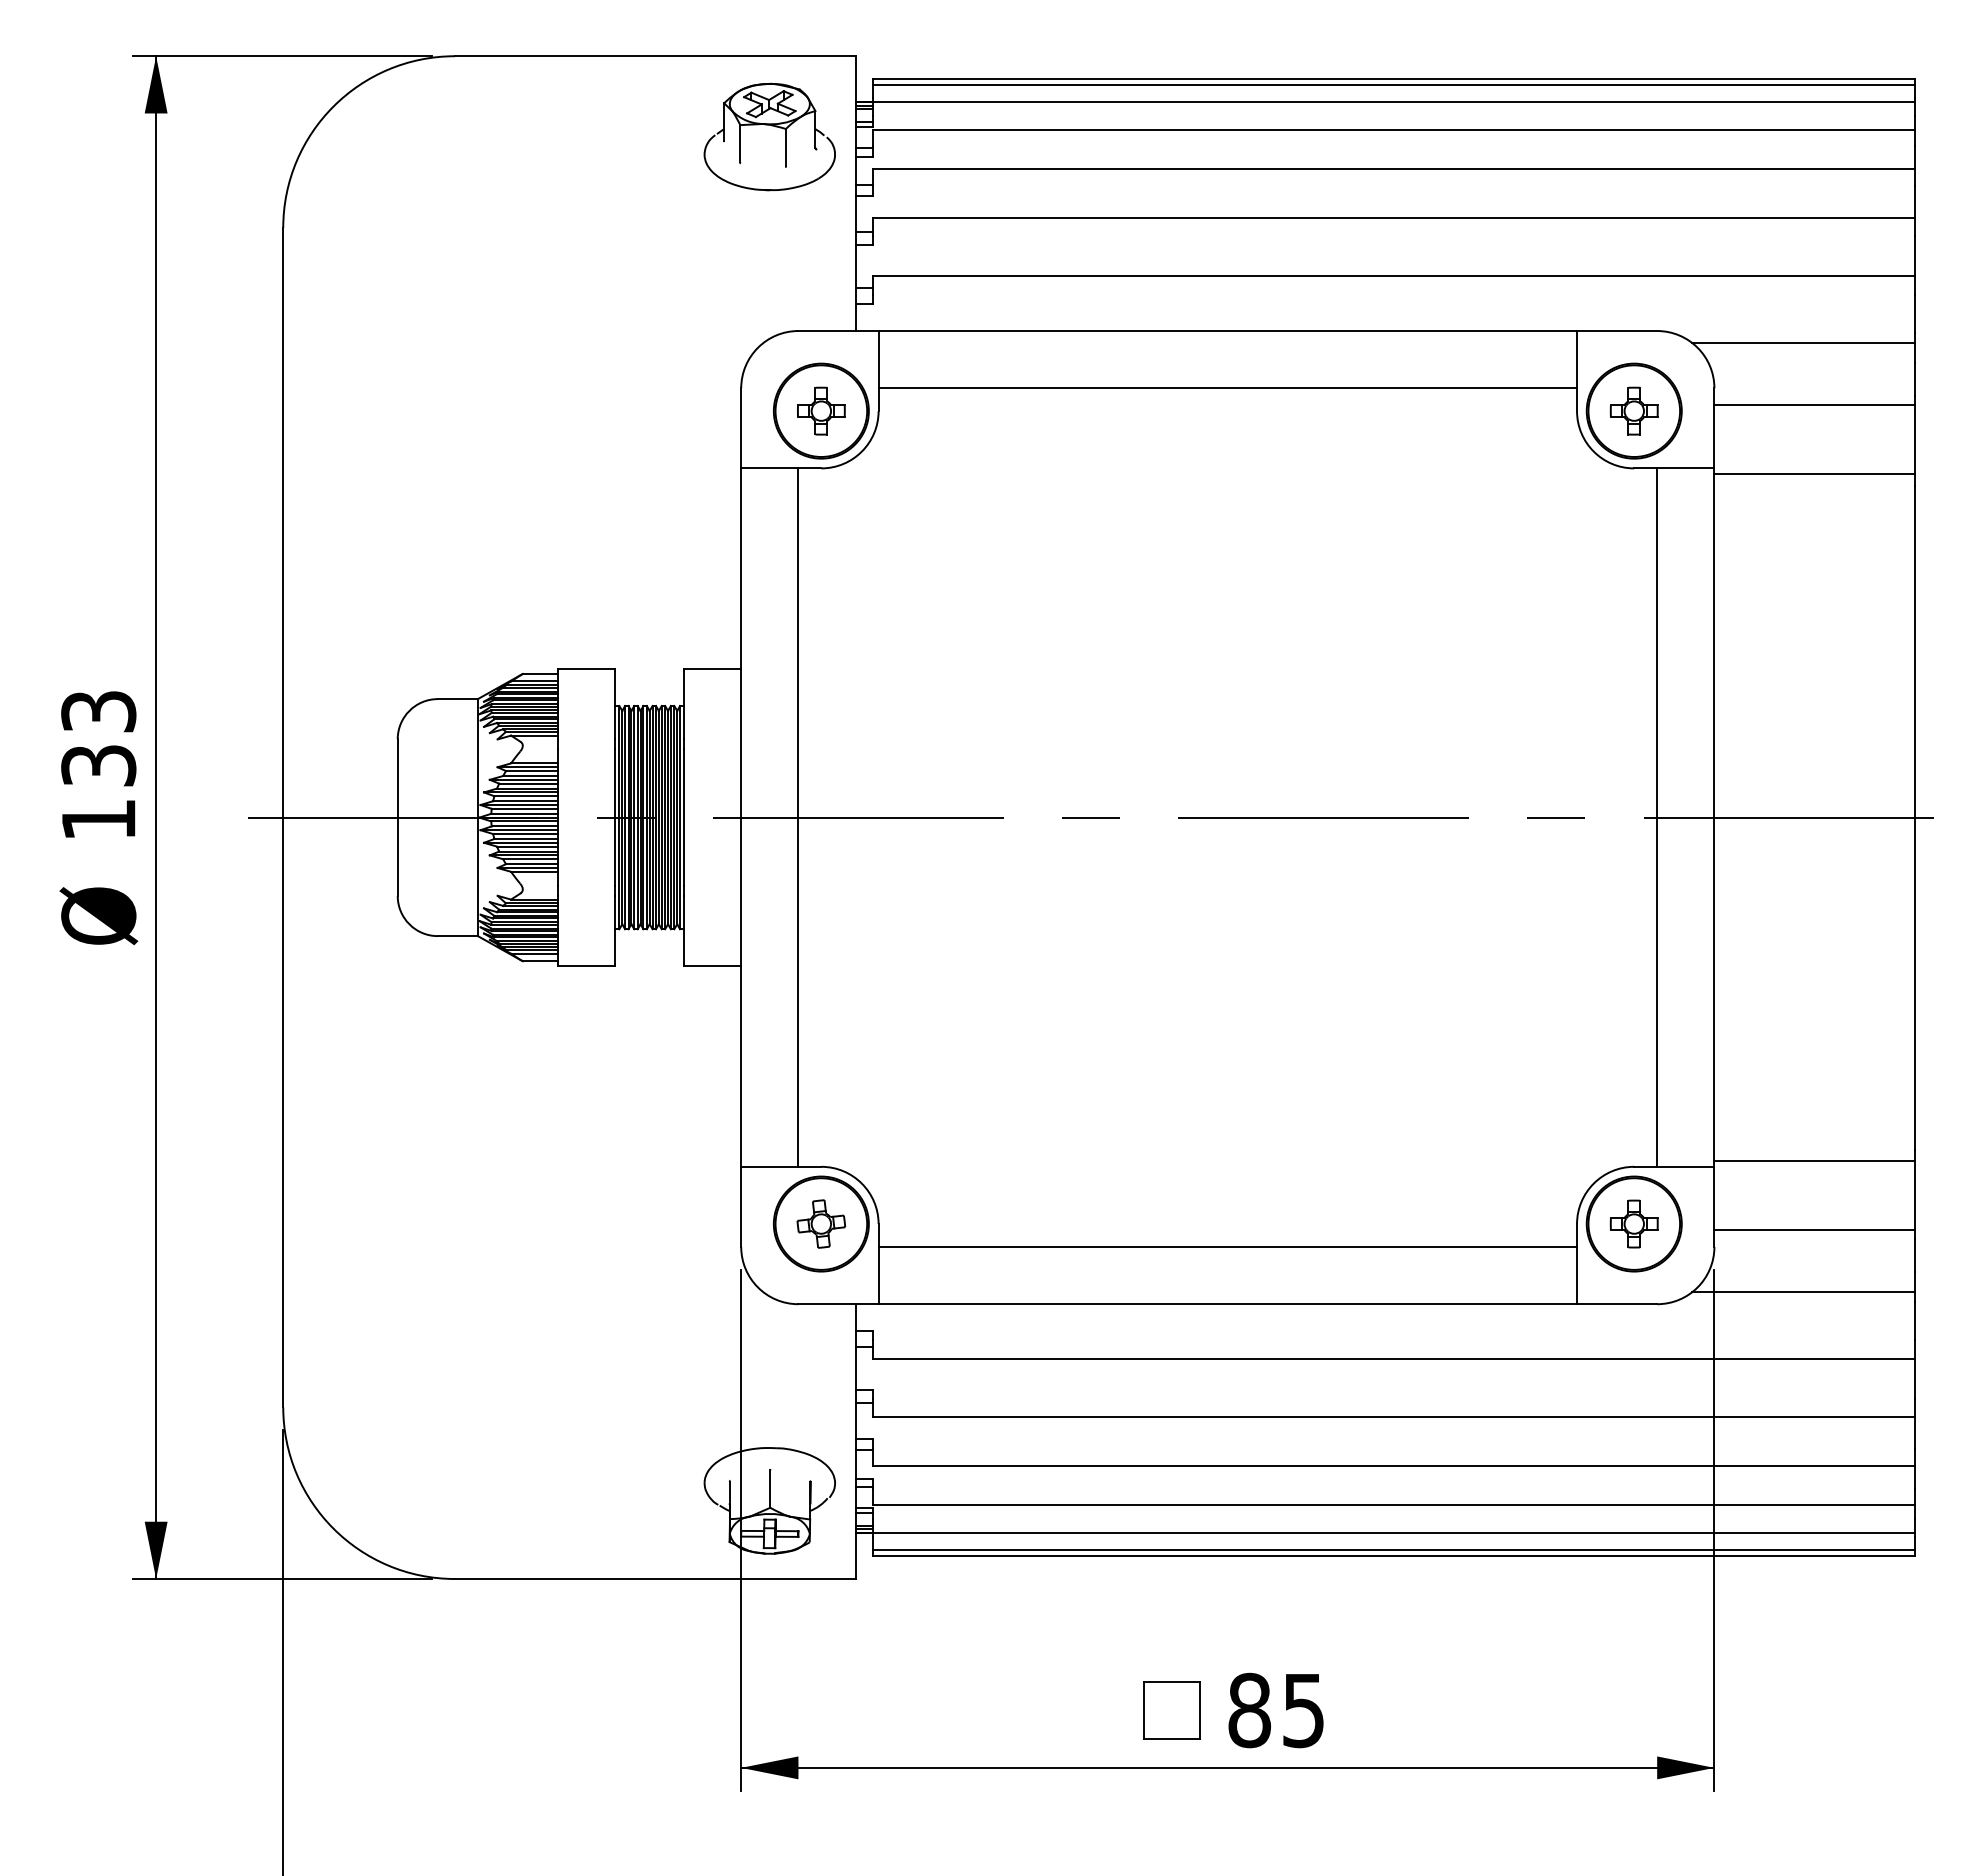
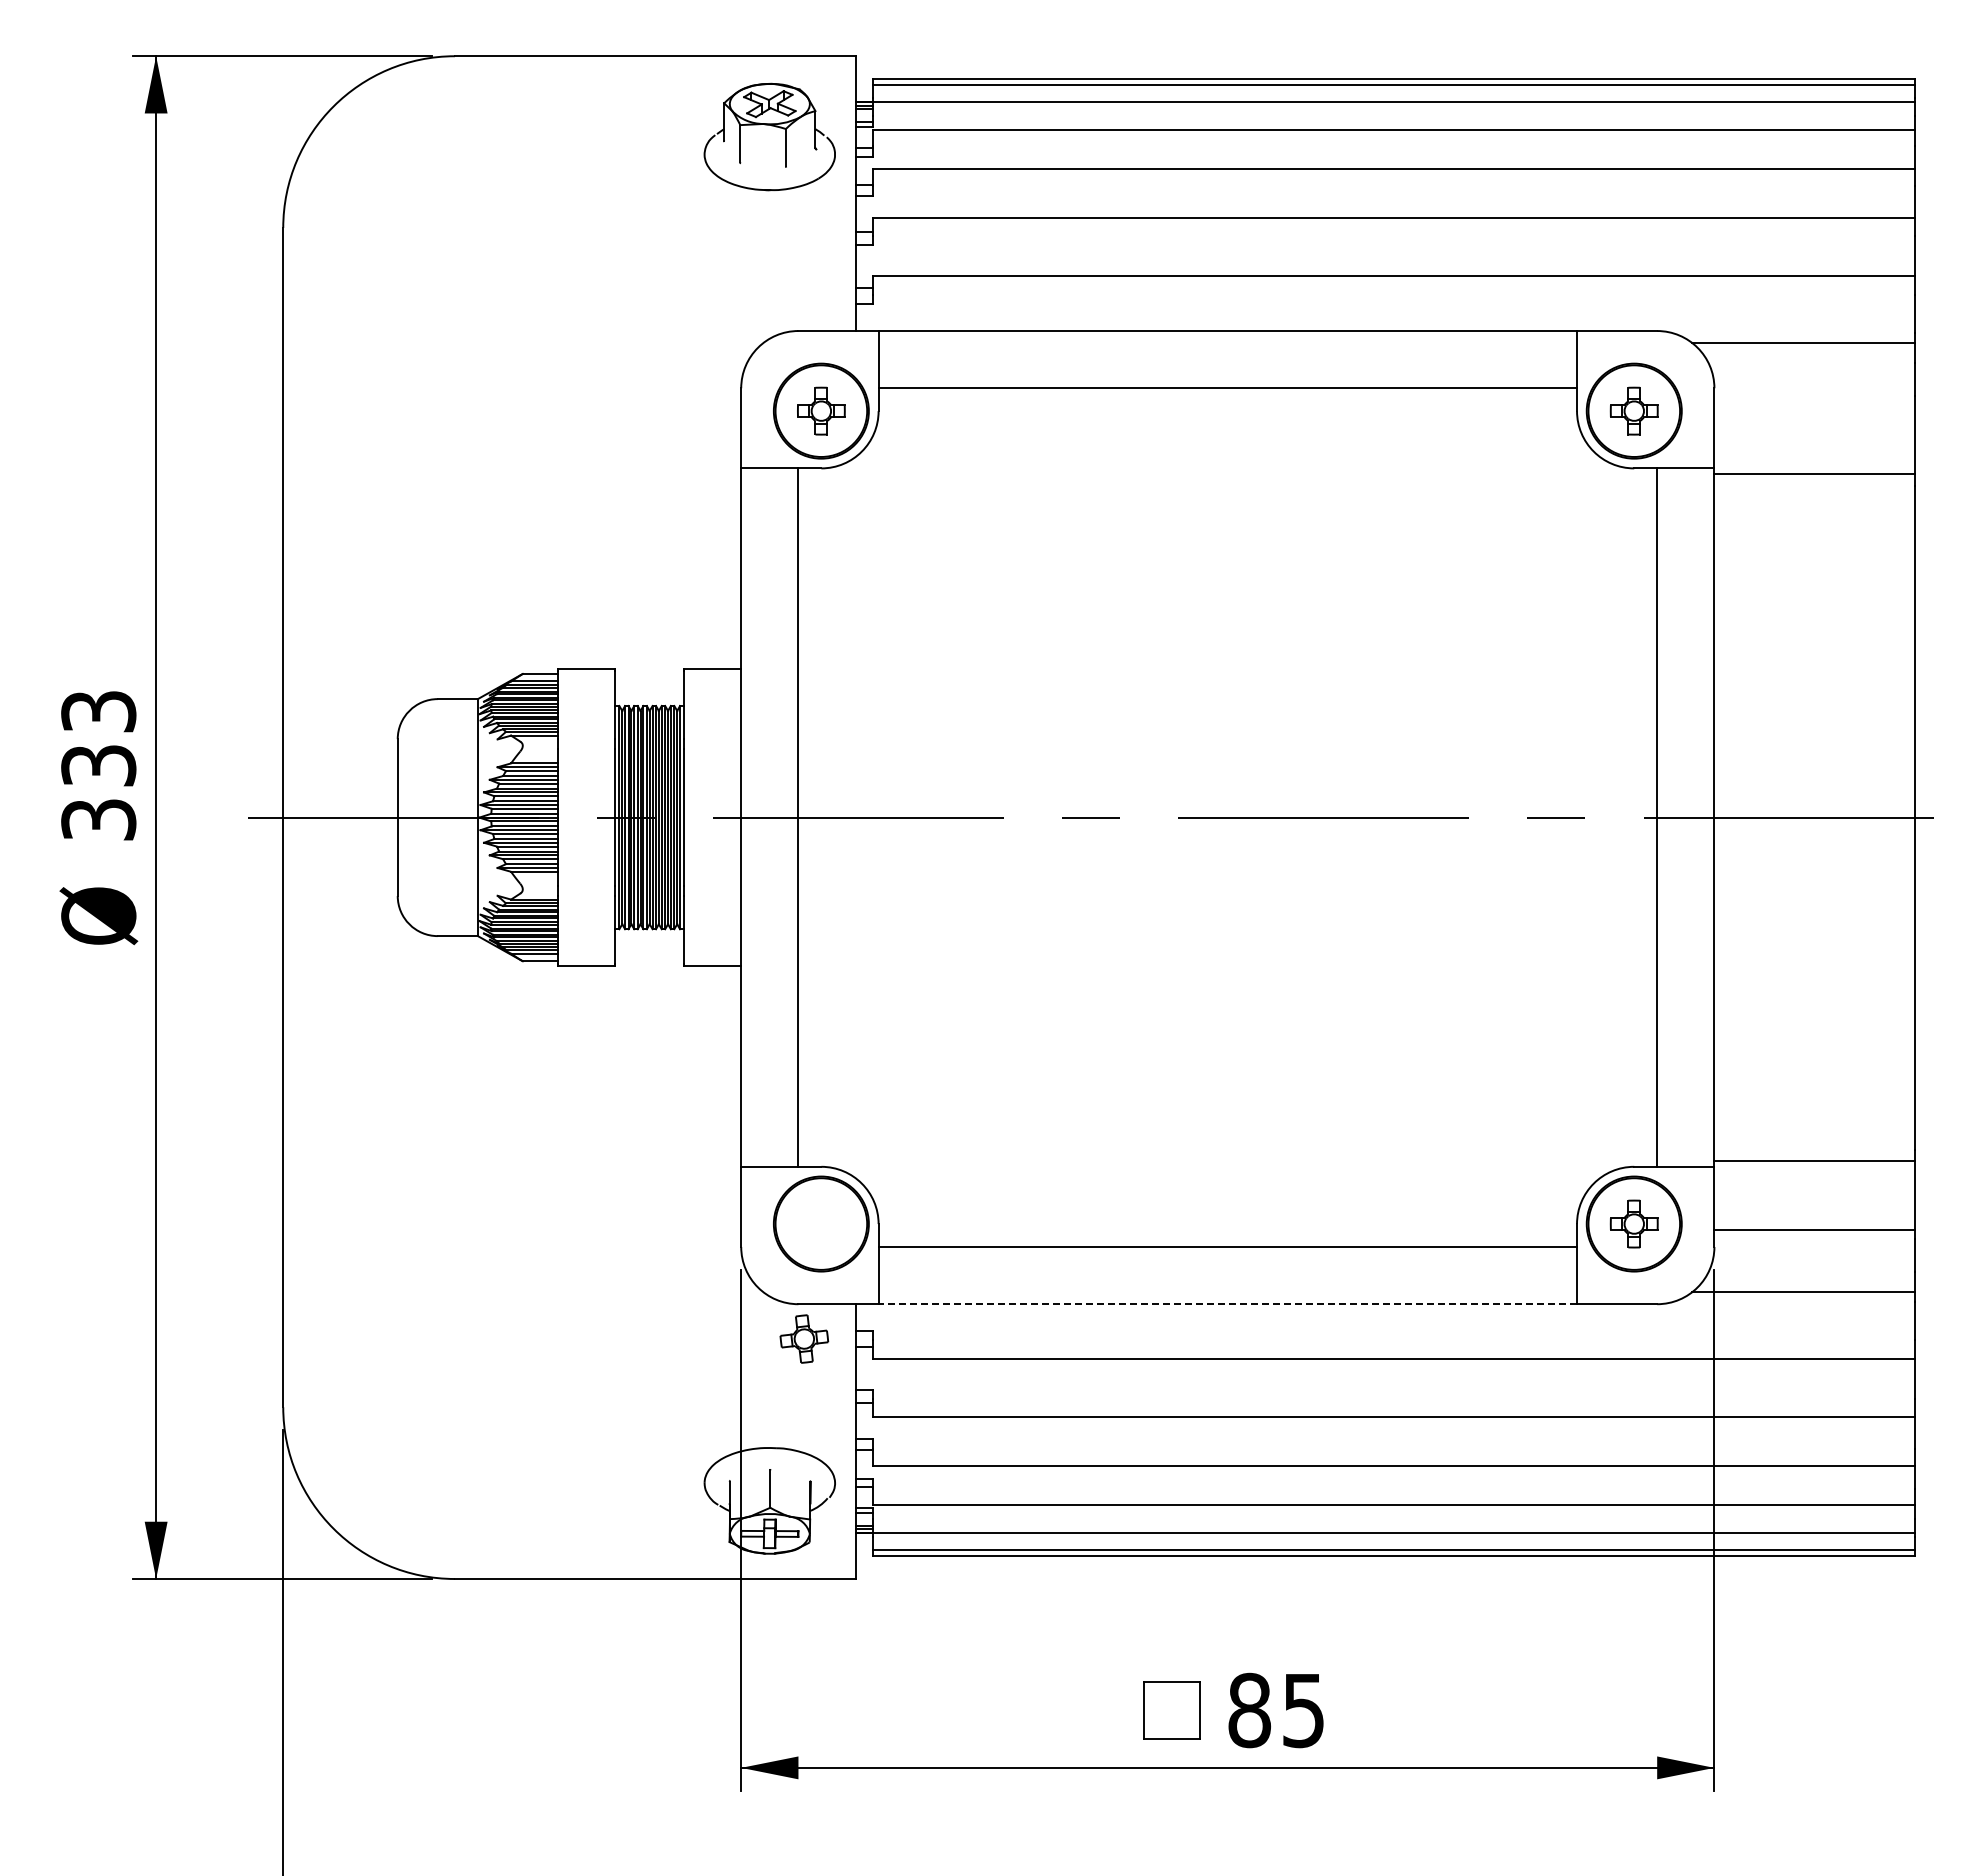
line at (1814, 405): present -> none
text at (98, 819): 133 -> 333
part at (821, 1223) position: (821, 1223) -> (804, 1338)
line at (1227, 1304): solid -> dashed
